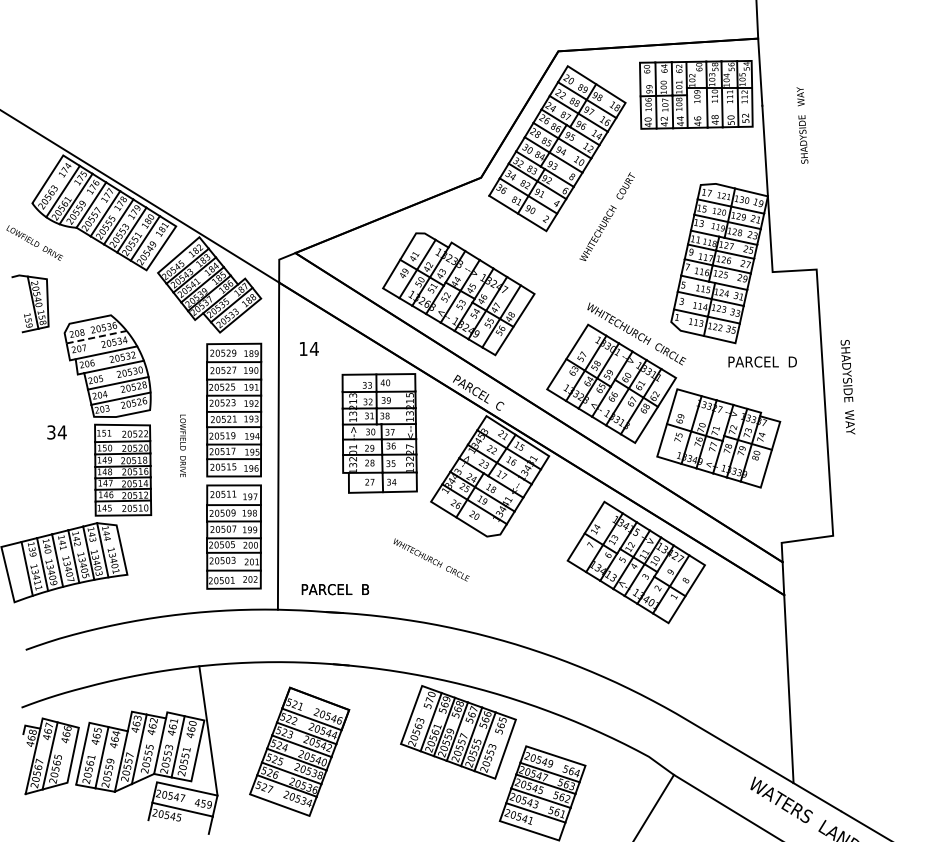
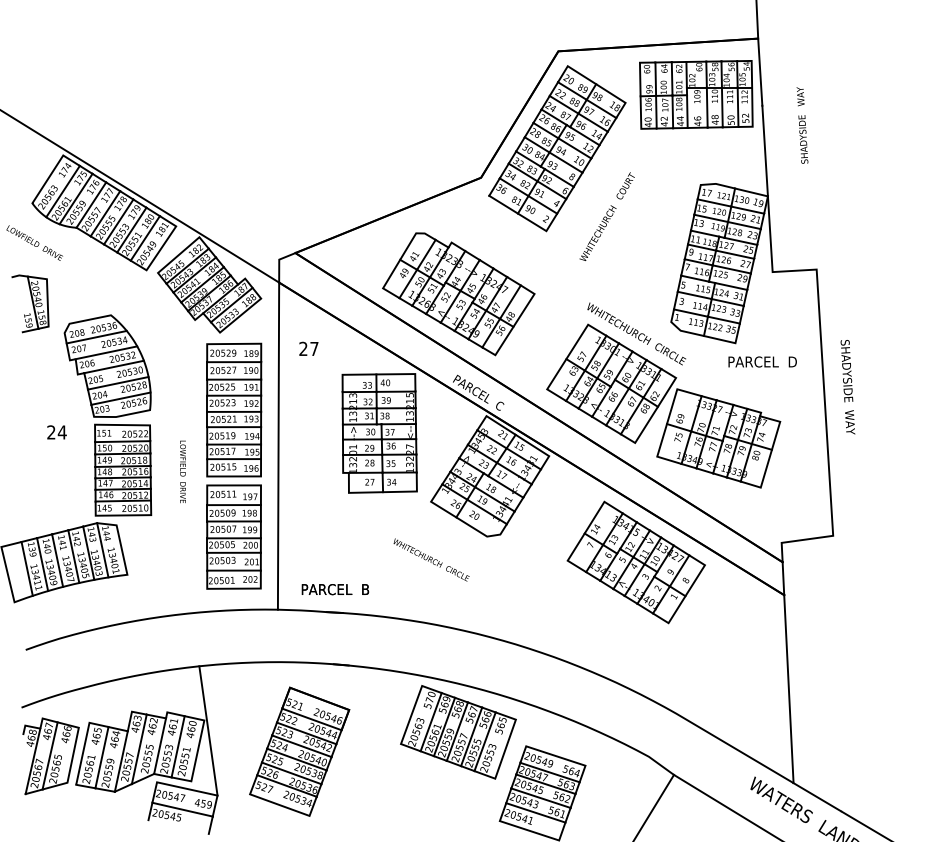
line at (96, 337): dashed -> solid
text at (308, 348): 14 -> 27
text at (51, 432): 34 -> 24
text at (182, 445) position: (182, 445) -> (182, 471)
